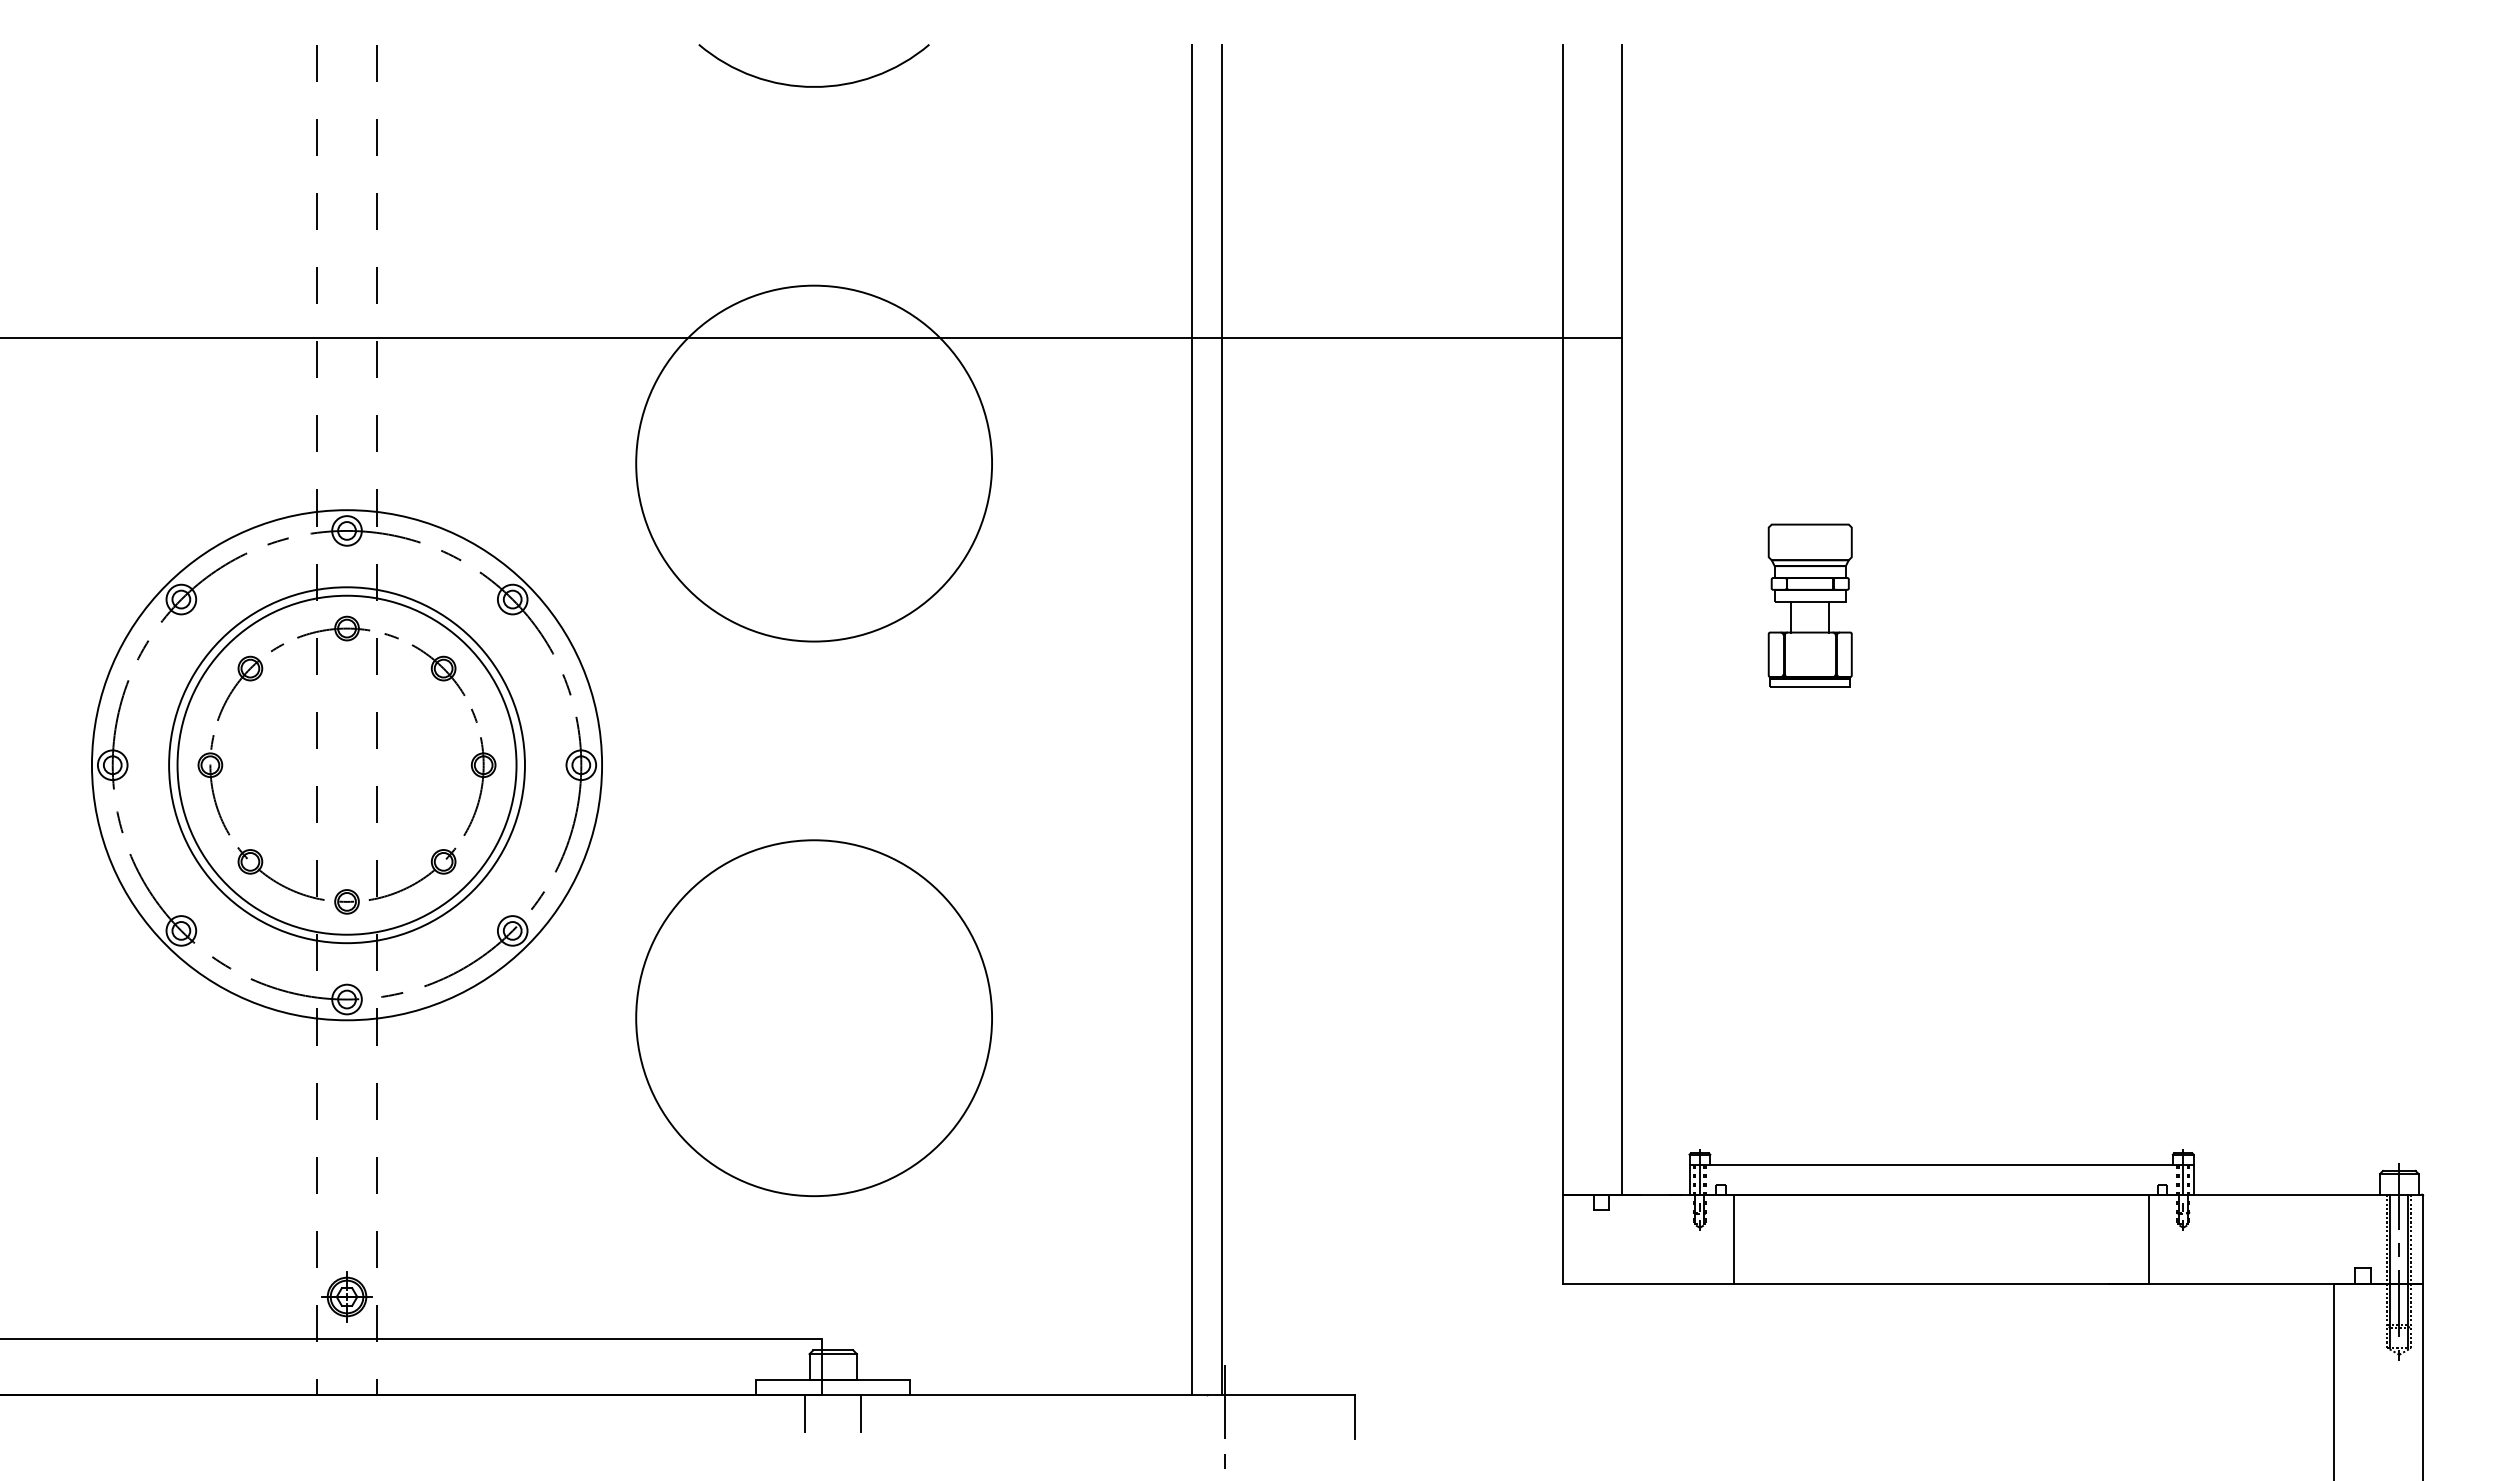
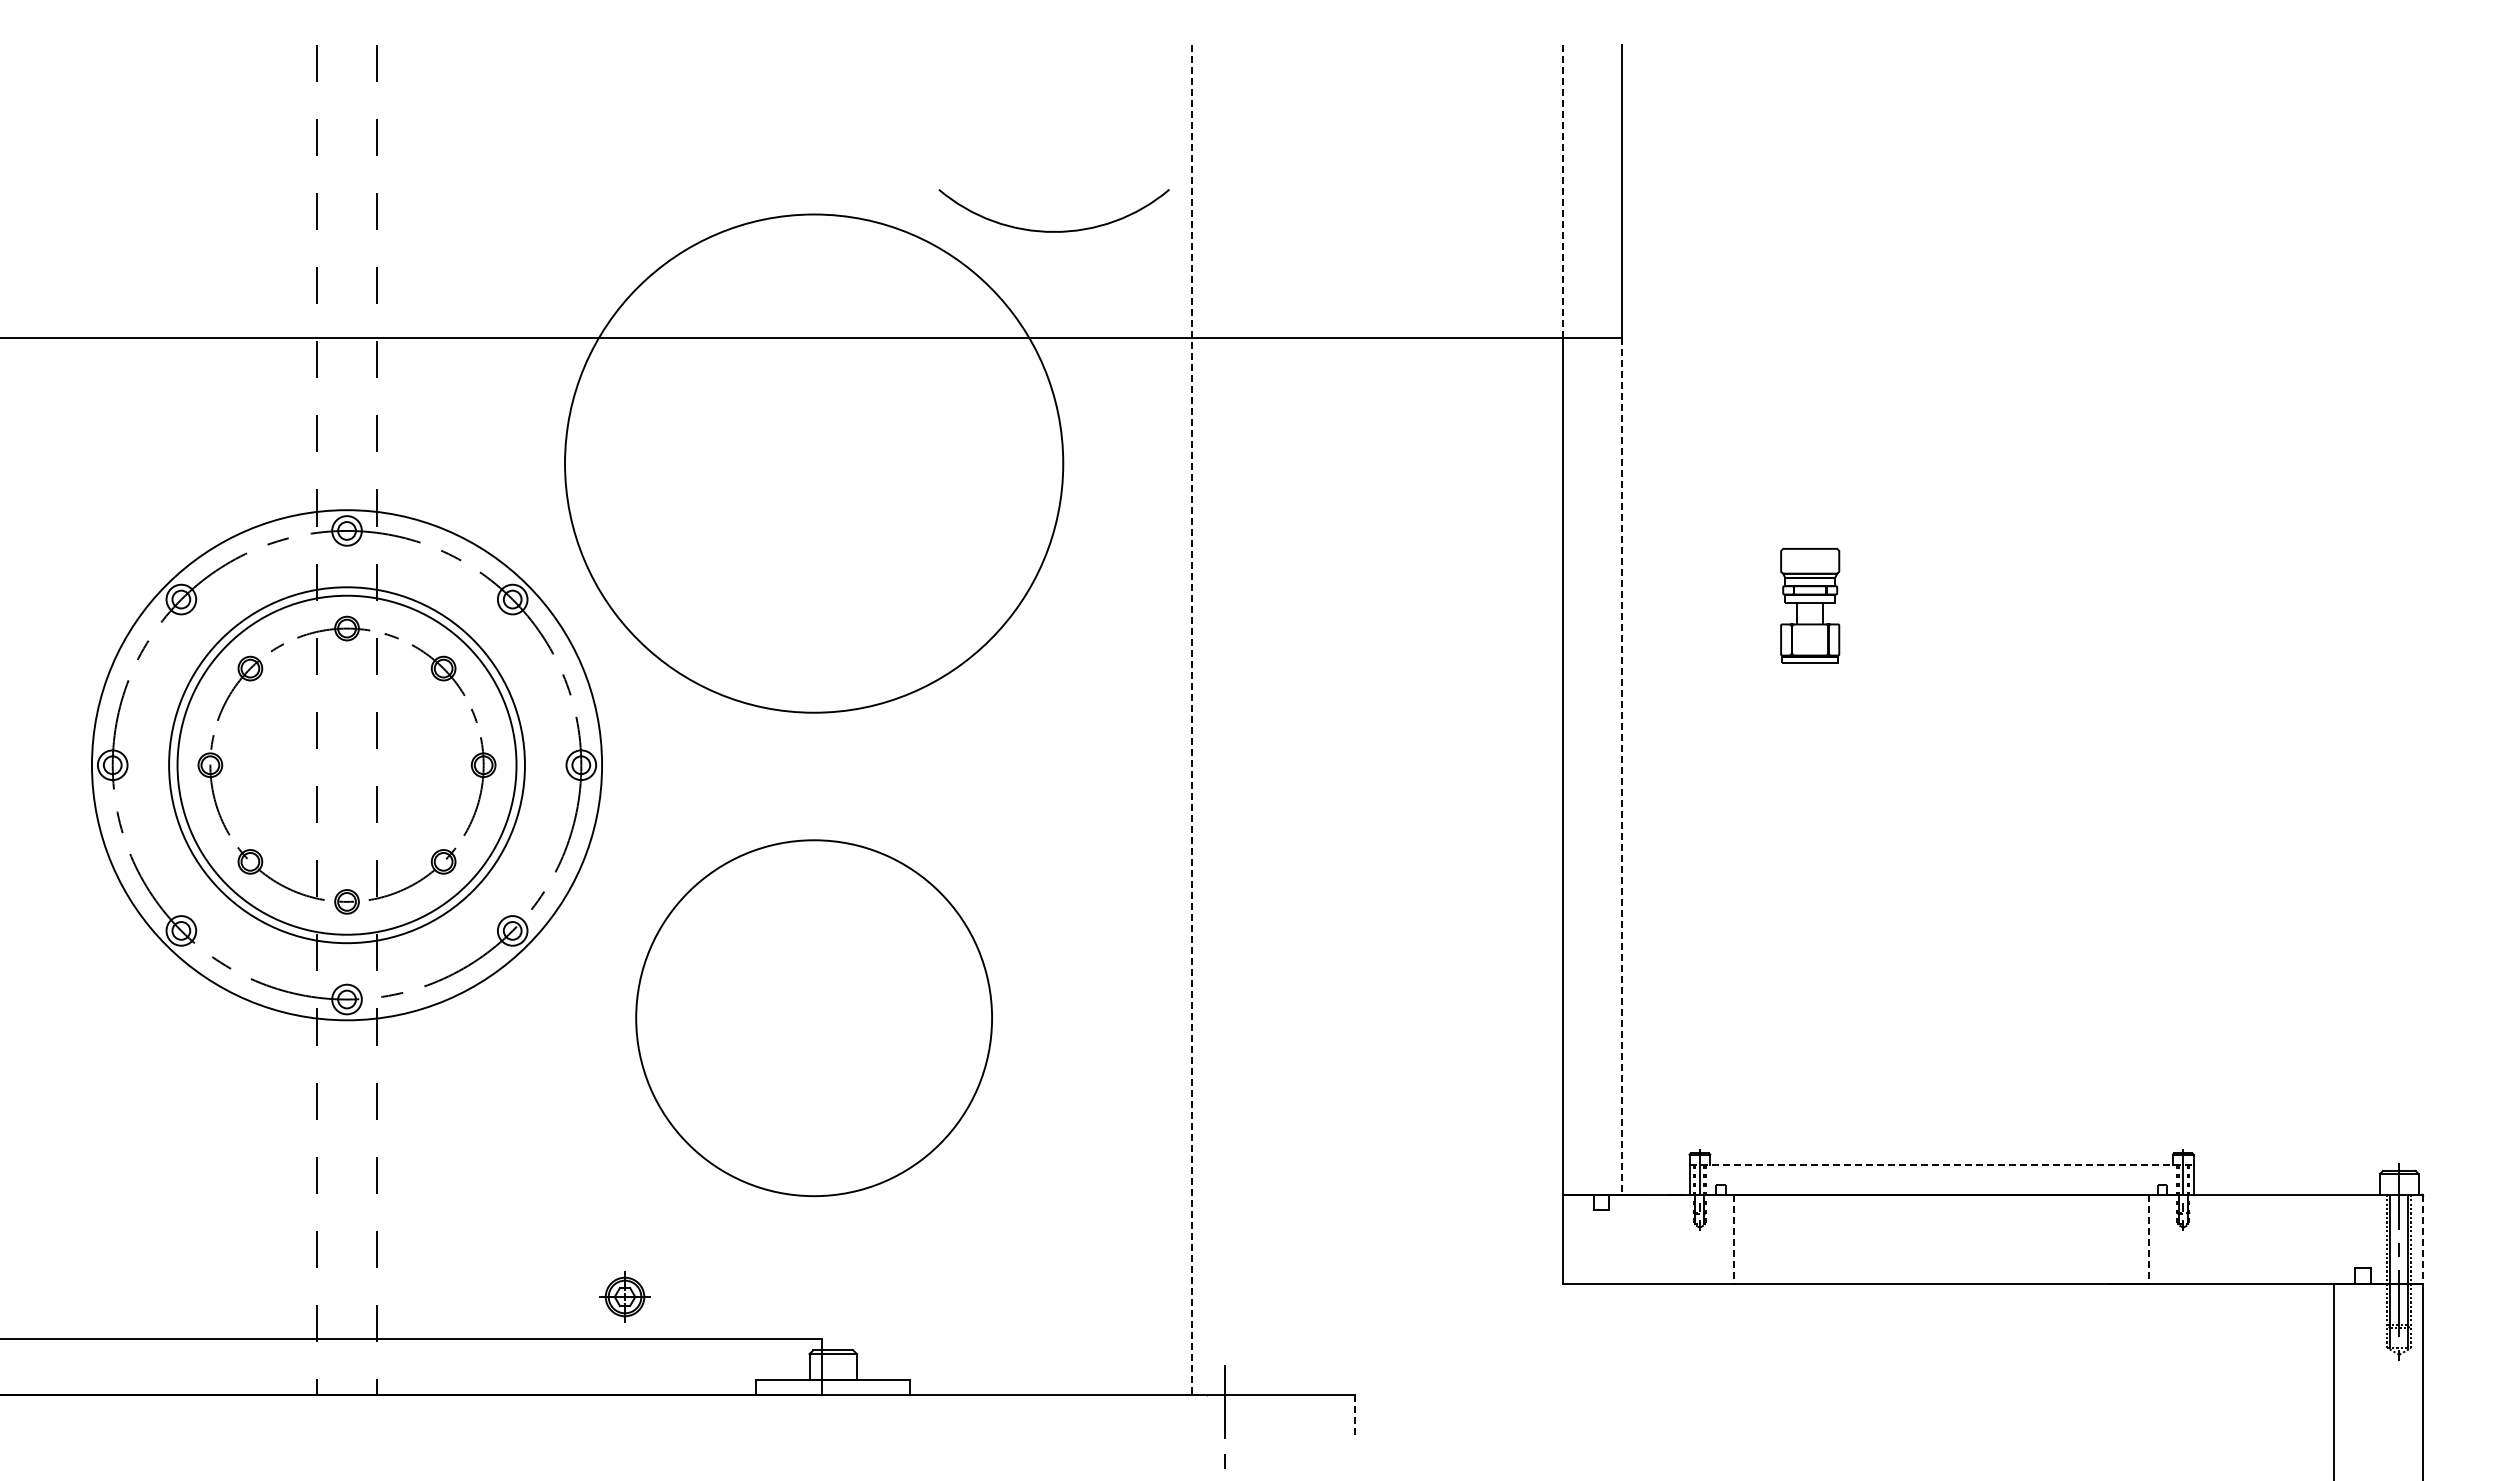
arc at (813, 86) position: (813, 86) -> (1053, 231)
line at (1562, 191): solid -> dashed
circle at (814, 463) diameter: 356 px -> 498 px
part at (1809, 605) size: 86x165 px -> 61x116 px
line at (1221, 719): present -> none
line at (1192, 720): solid -> dashed
line at (1622, 767): solid -> dashed
line at (1942, 1165): solid -> dashed
line at (1734, 1239): solid -> dashed
line at (2149, 1239): solid -> dashed
line at (2423, 1239): solid -> dashed
part at (346, 1296) position: (346, 1296) -> (624, 1296)
line at (805, 1413): present -> none
line at (861, 1413): present -> none
line at (1355, 1417): solid -> dashed
